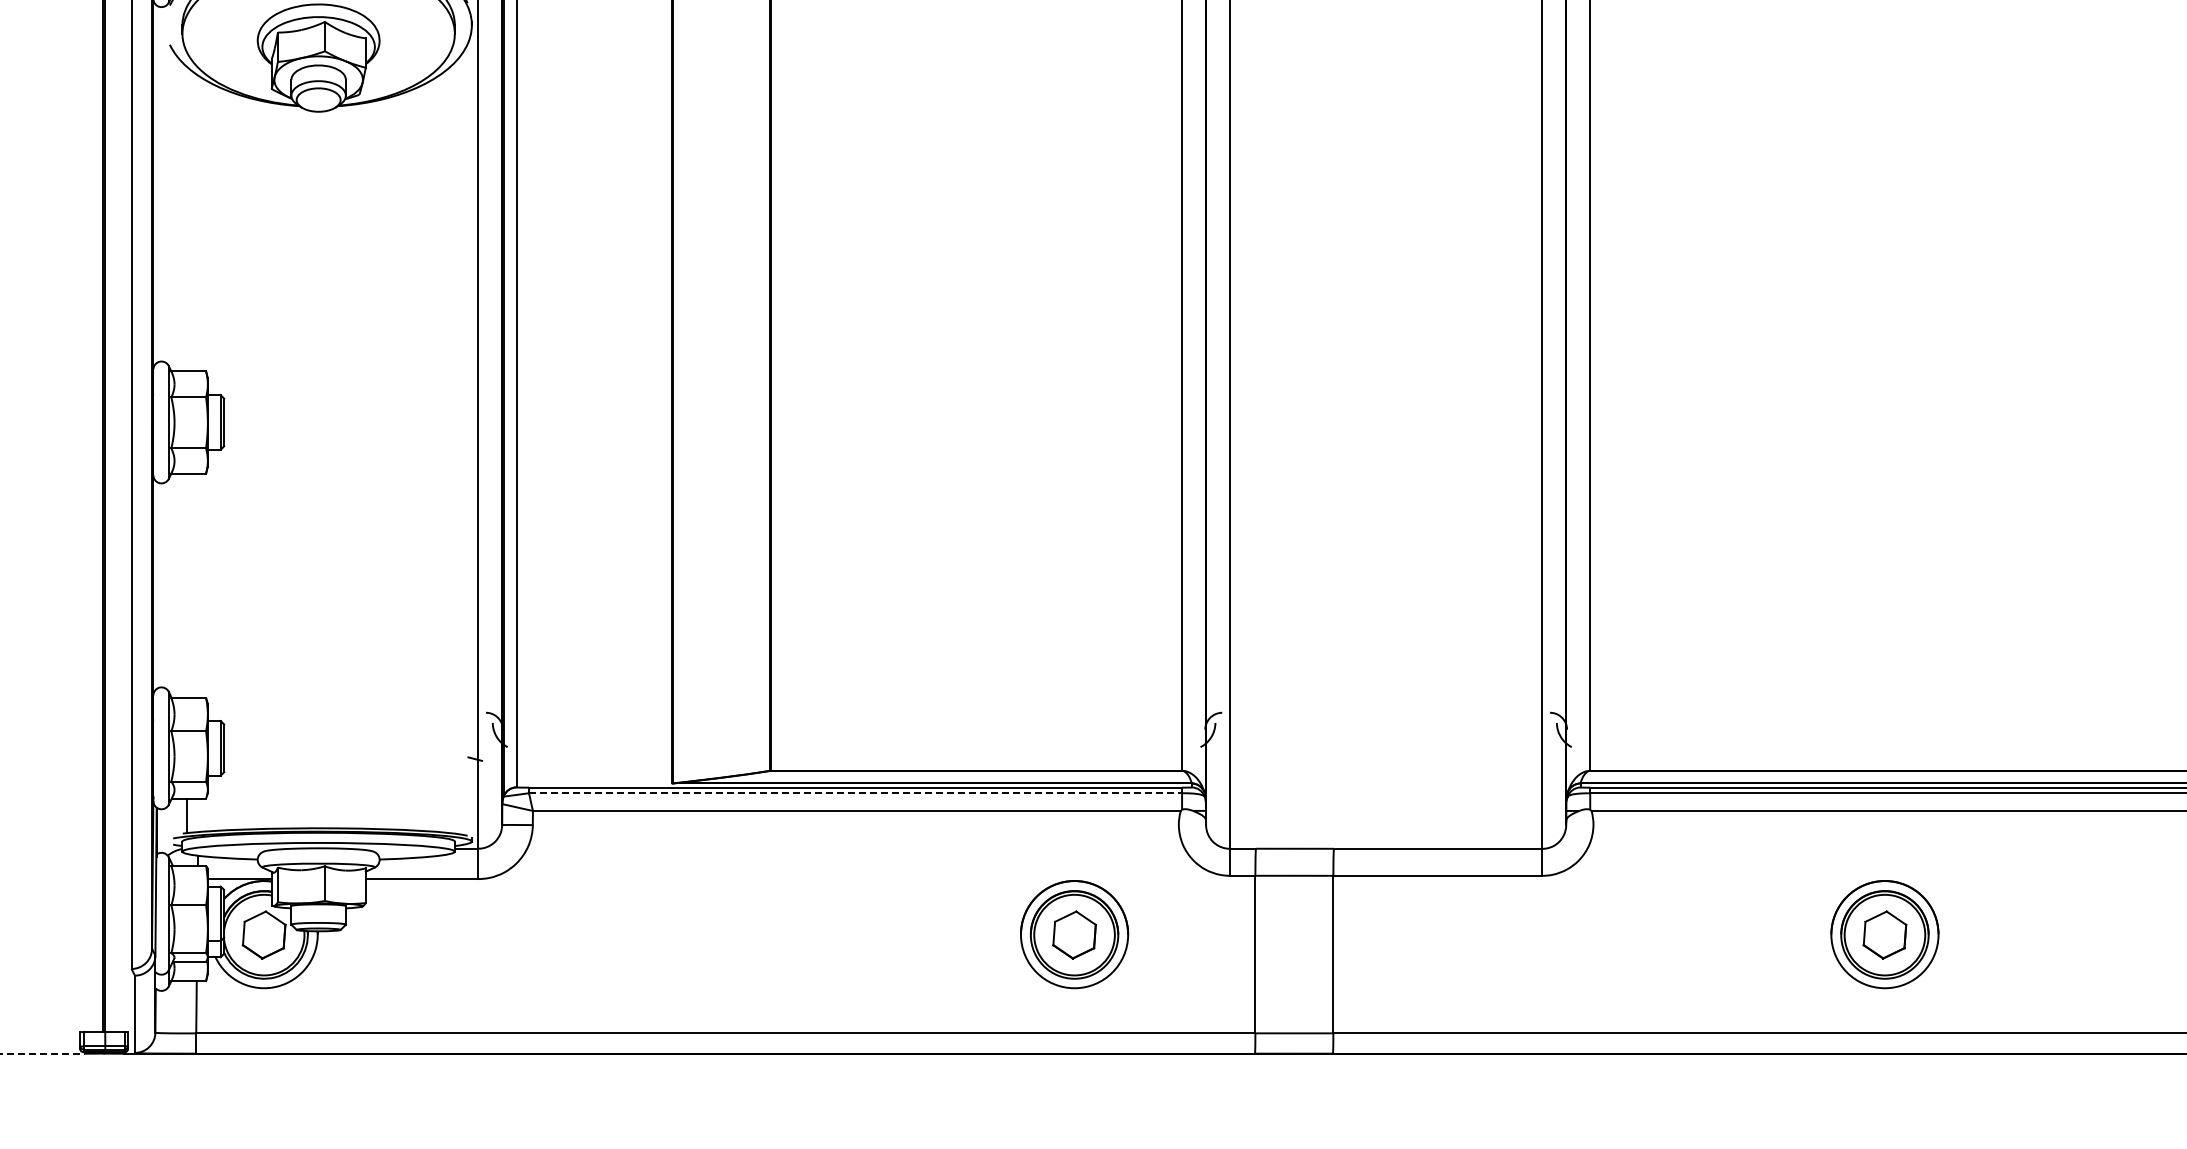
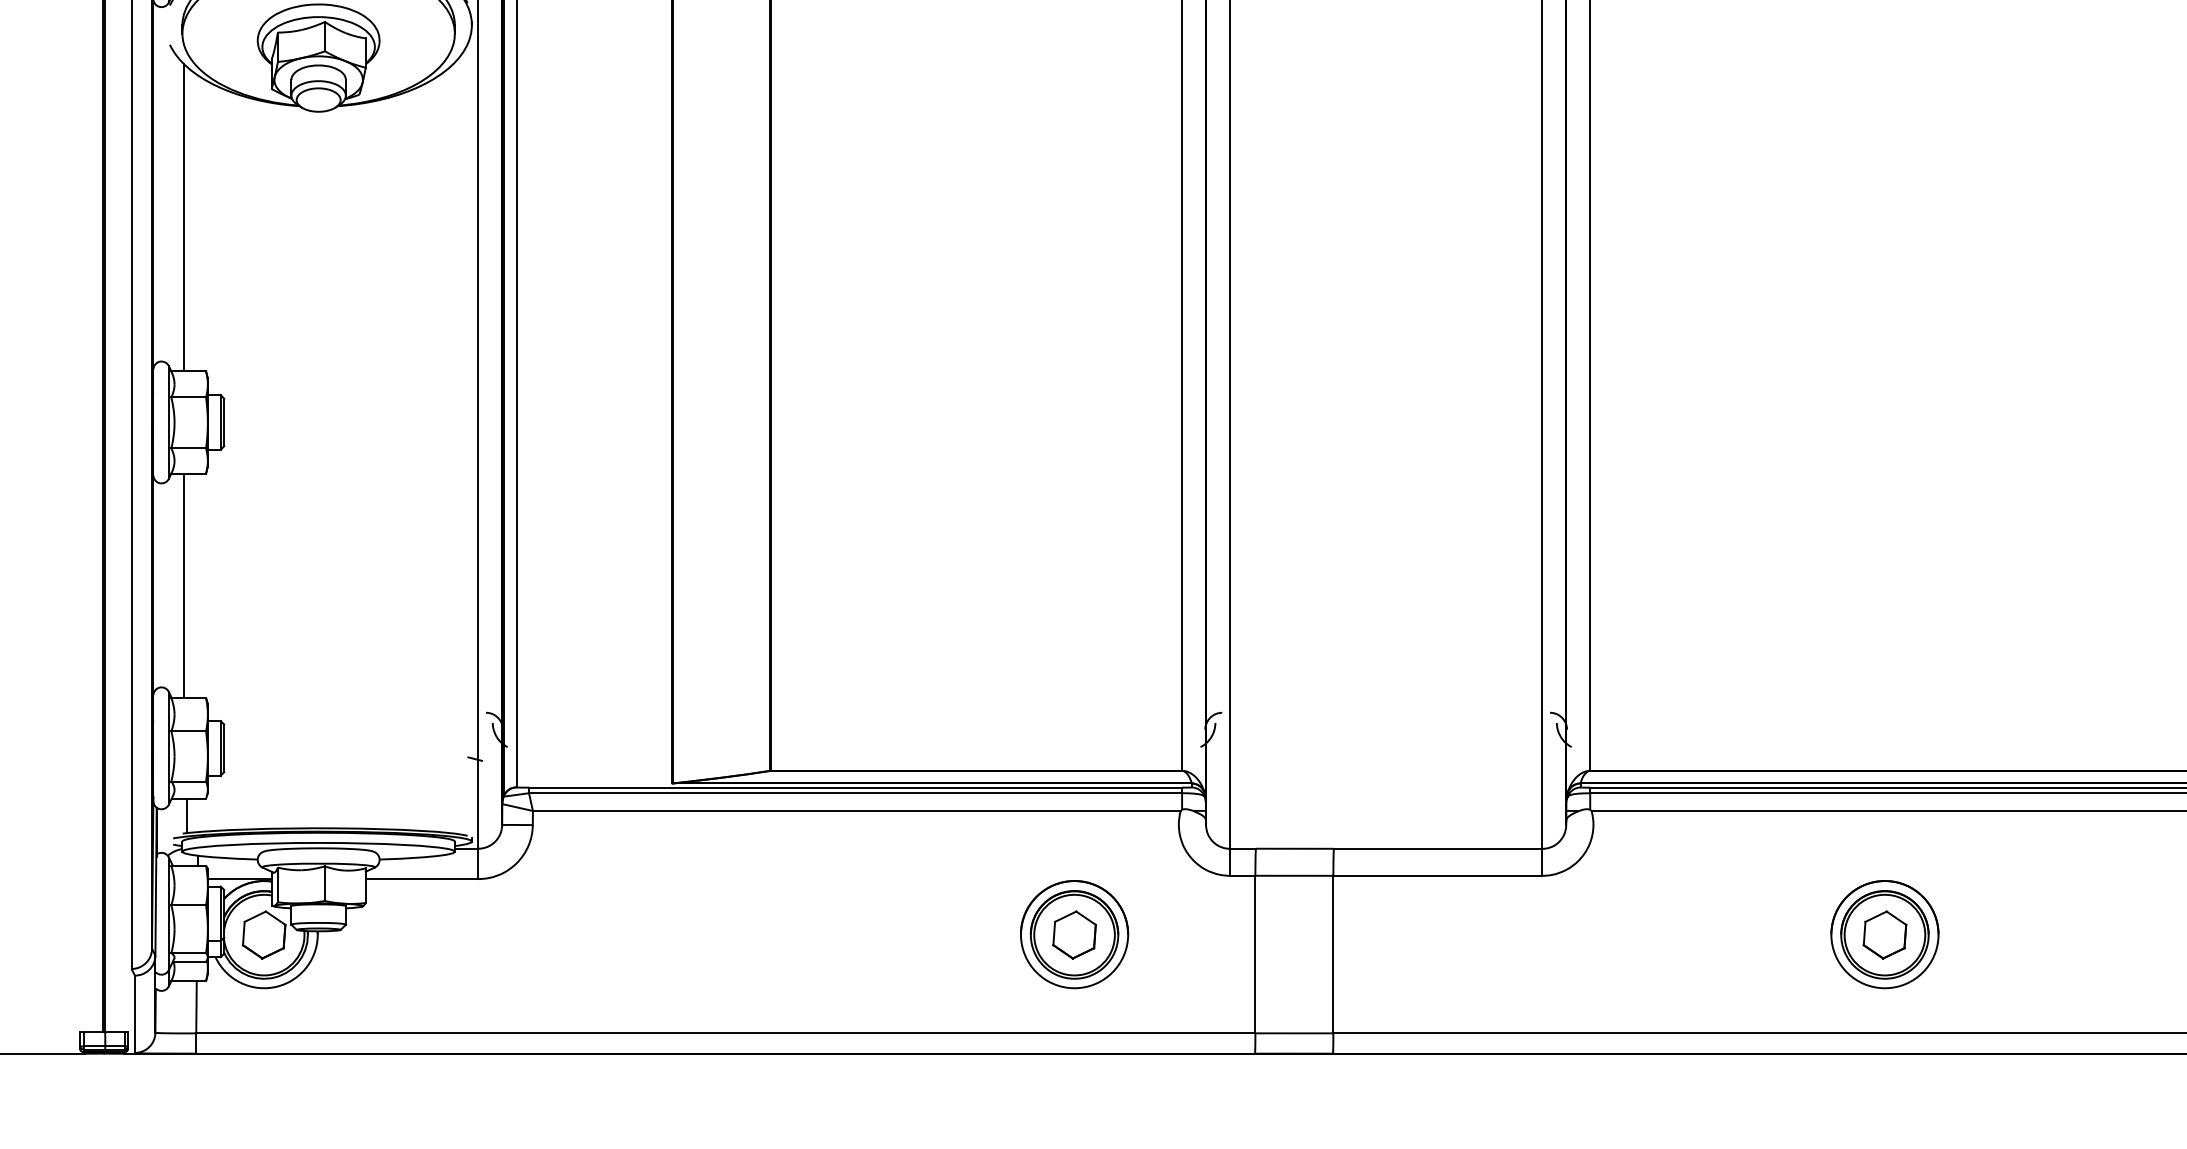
line at (184, 217): none -> present
line at (184, 585): none -> present
line at (855, 793): dashed -> solid
line at (42, 1053): dashed -> solid
